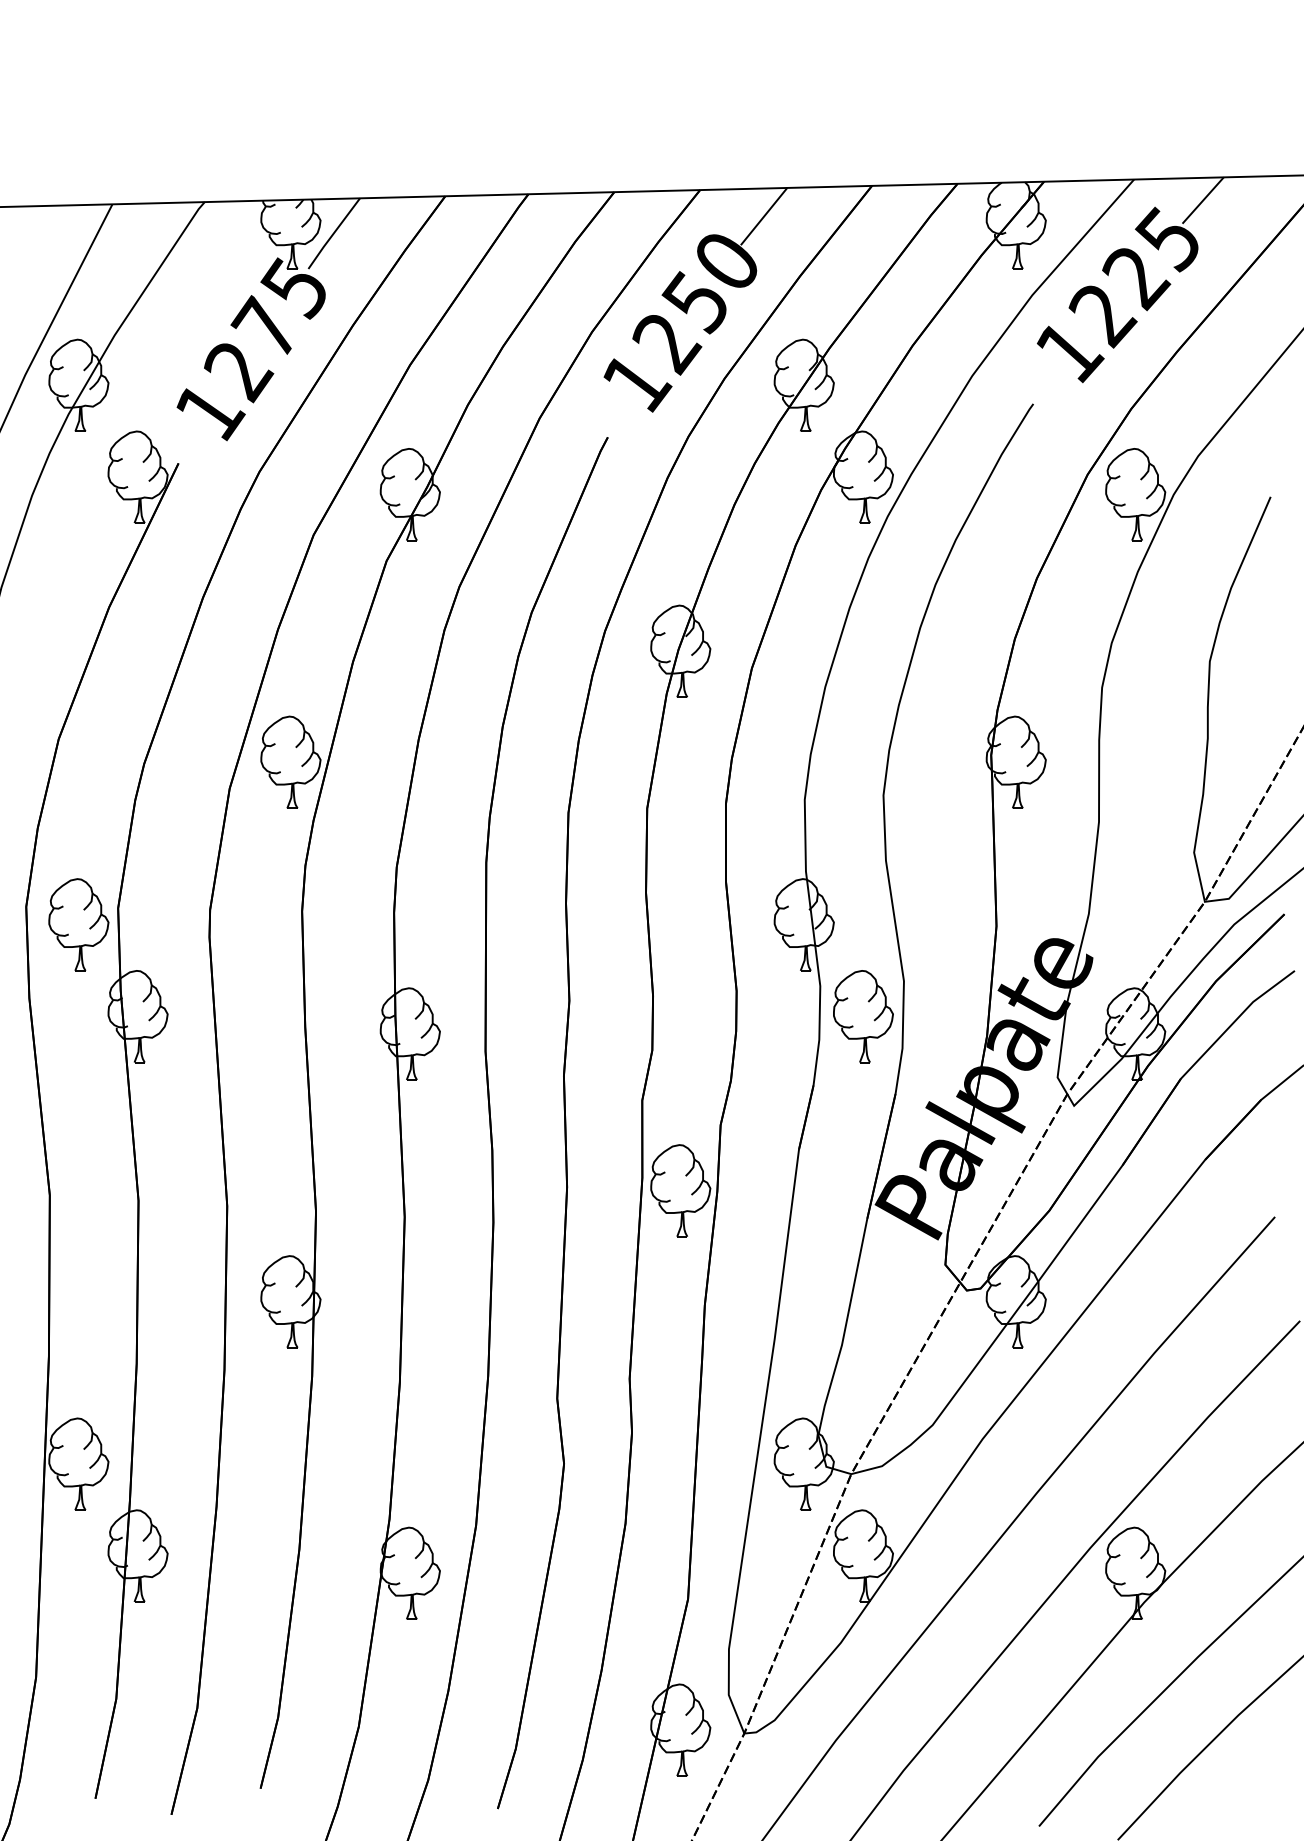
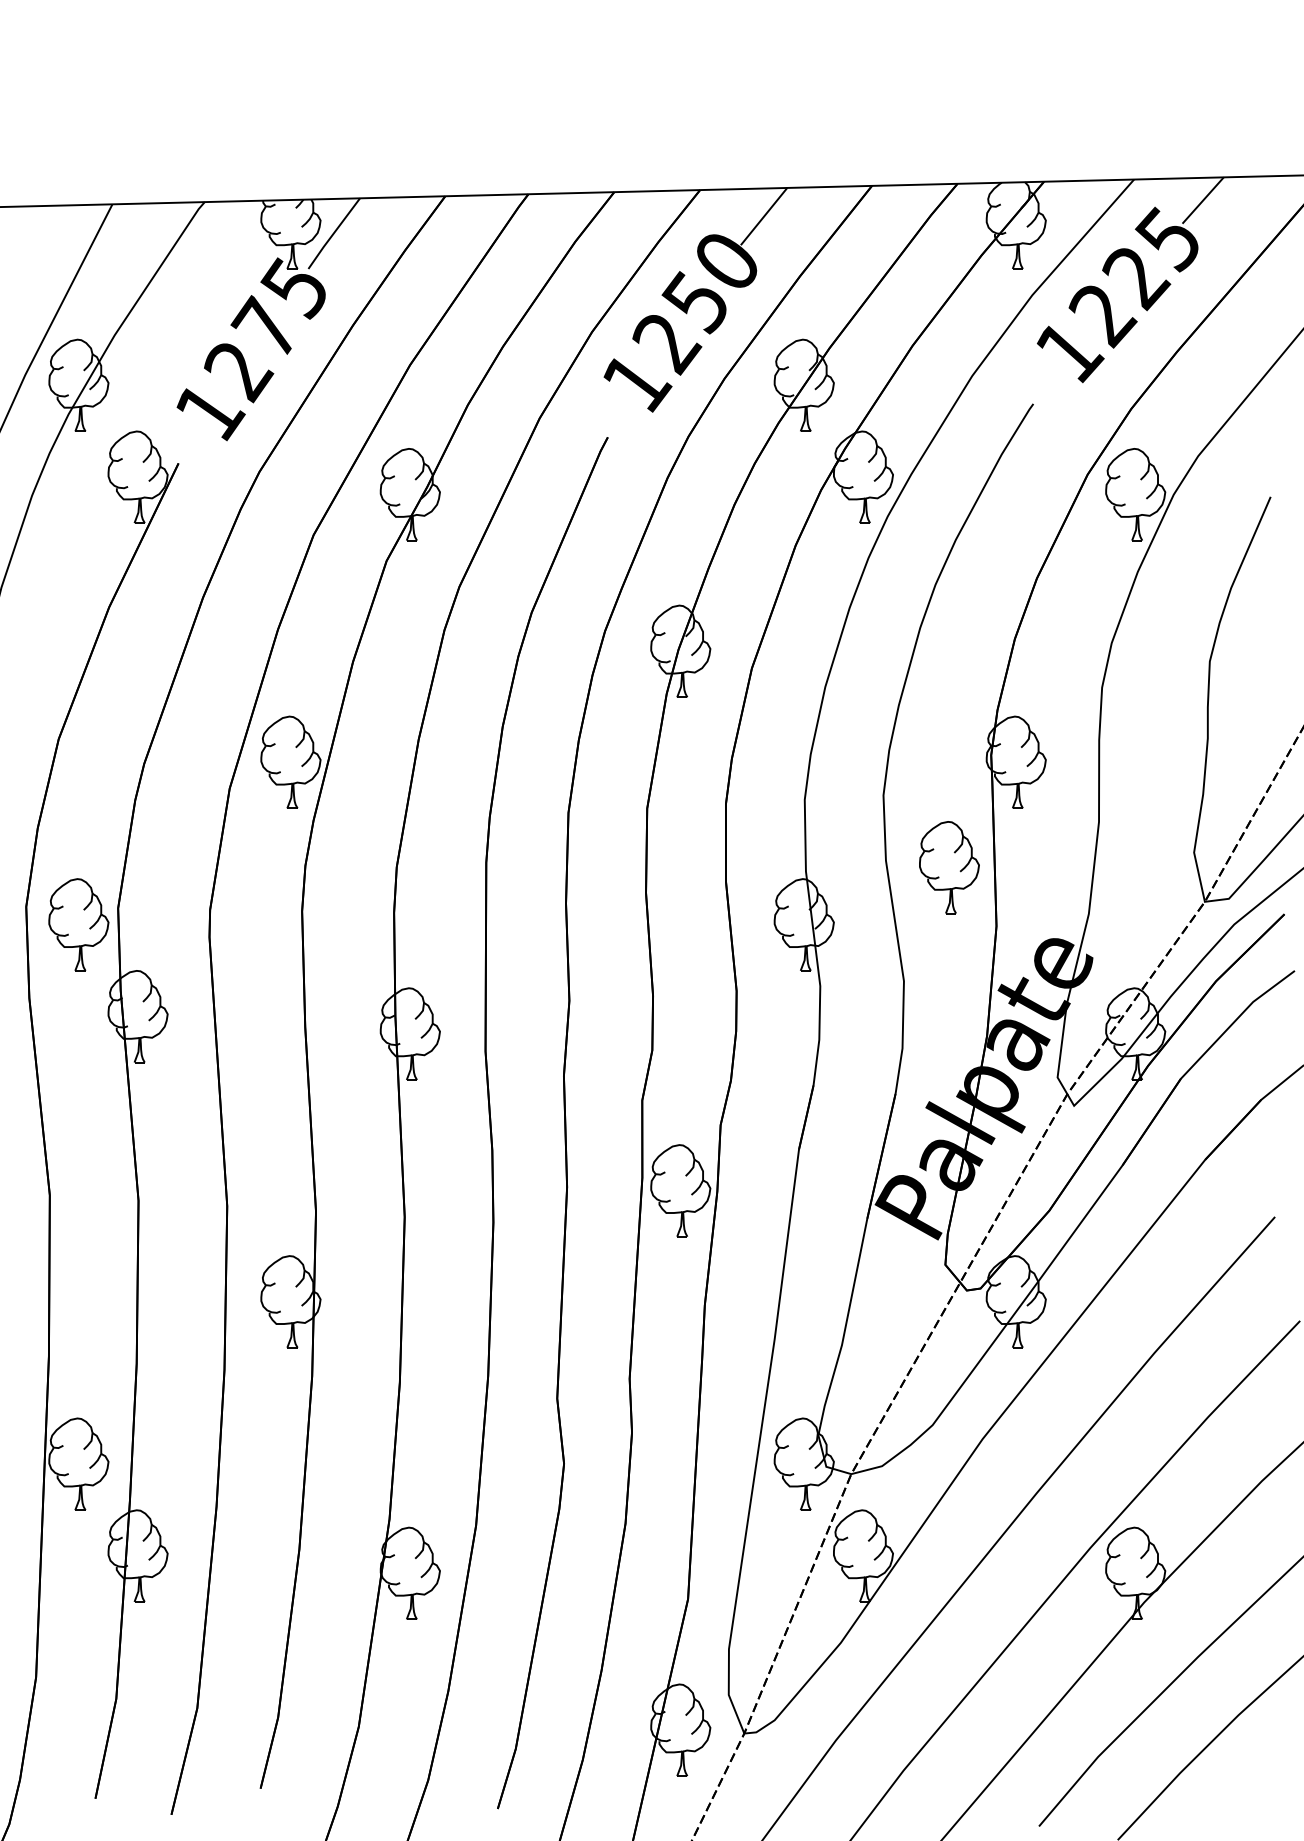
part at (863, 1016) position: (863, 1016) -> (949, 867)
